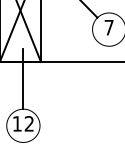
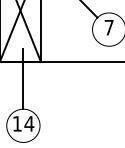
text at (29, 123): 12 -> 14
